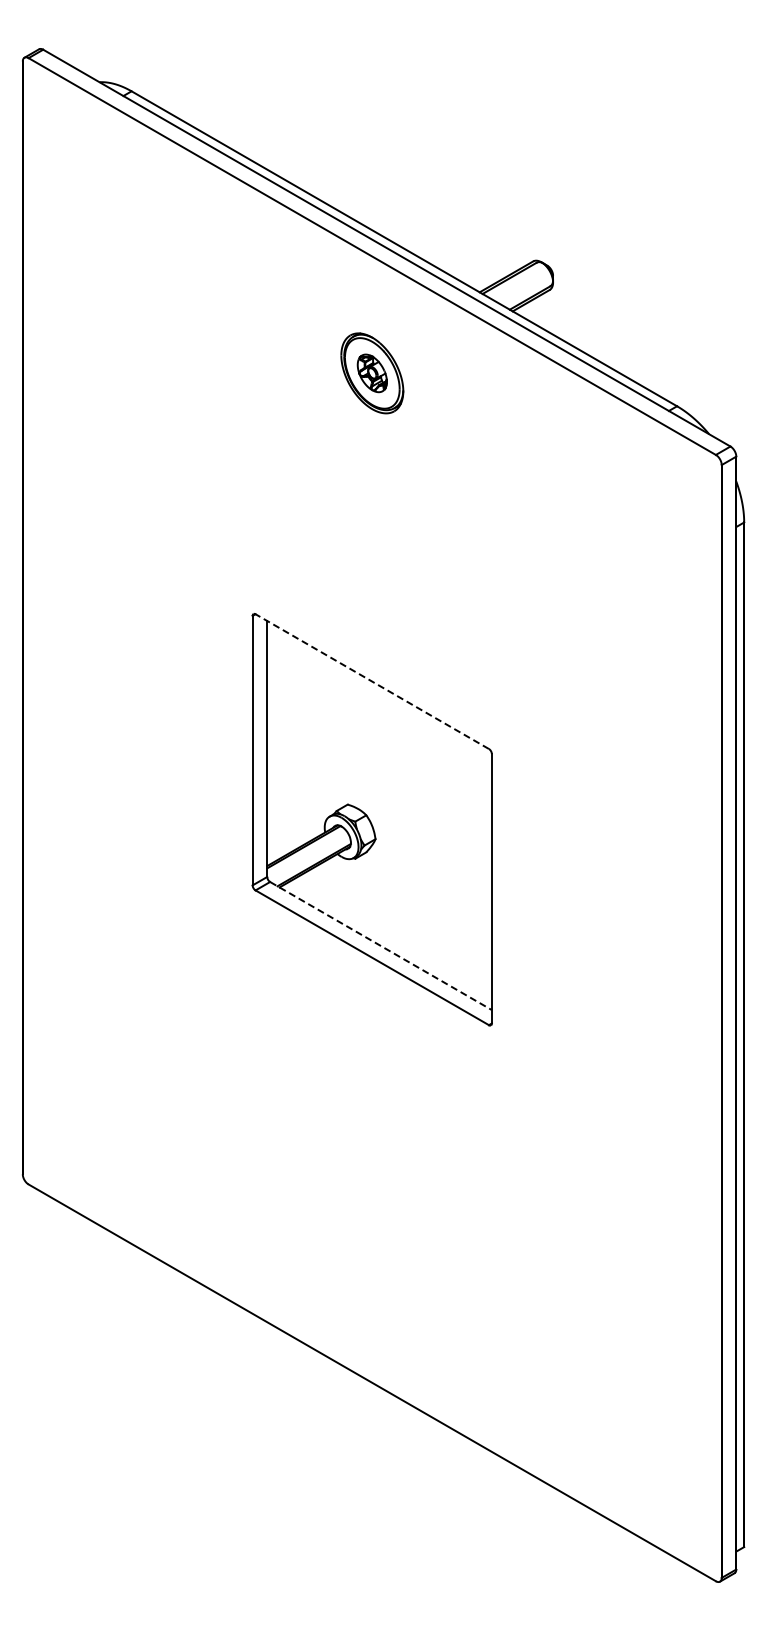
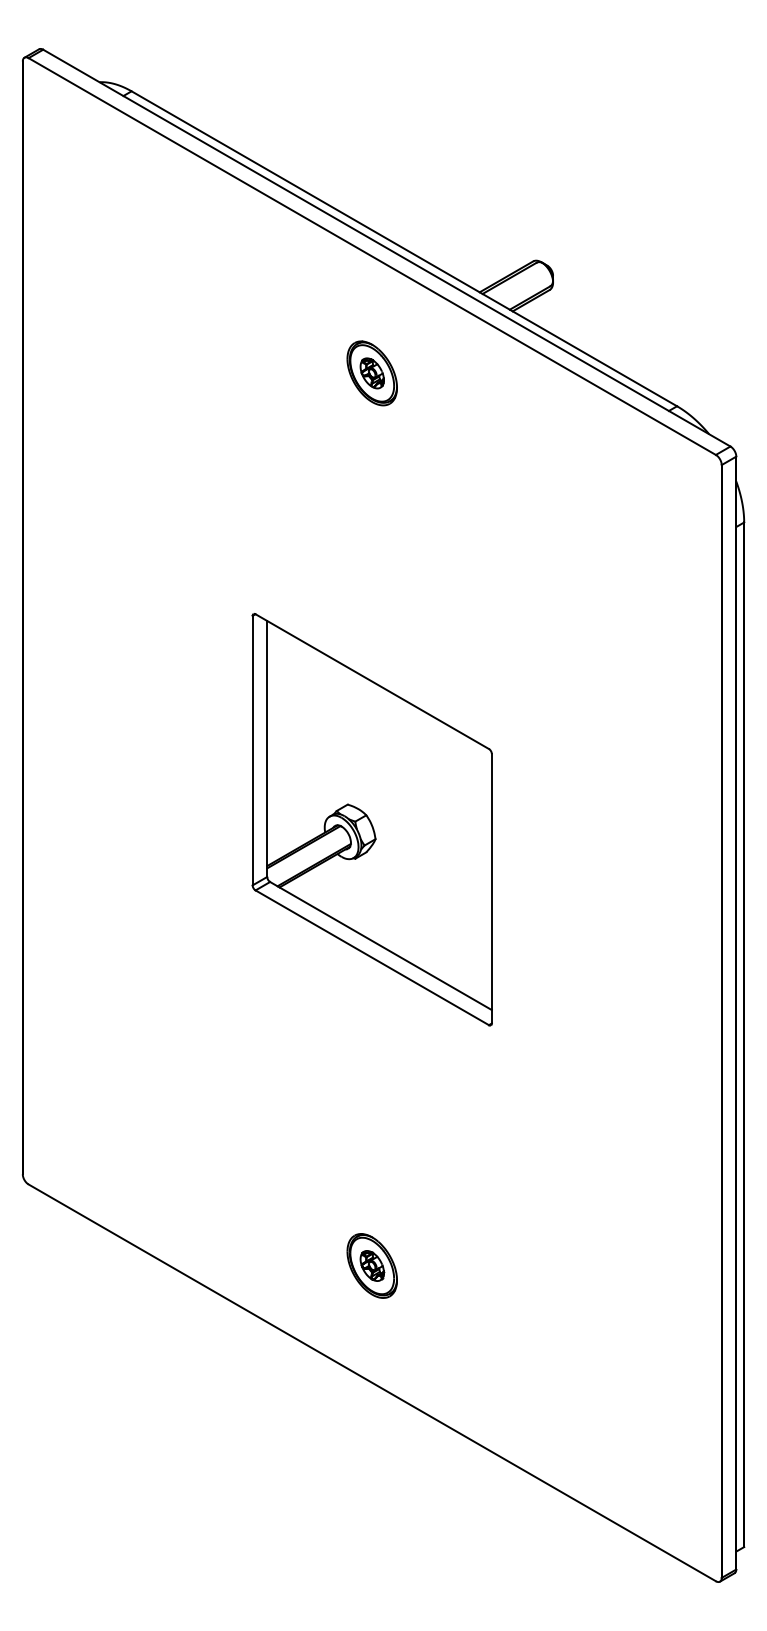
part at (372, 373) size: 65x83 px -> 52x67 px
line at (372, 681): dashed -> solid
line at (381, 946): dashed -> solid
part at (371, 1265): none -> present
